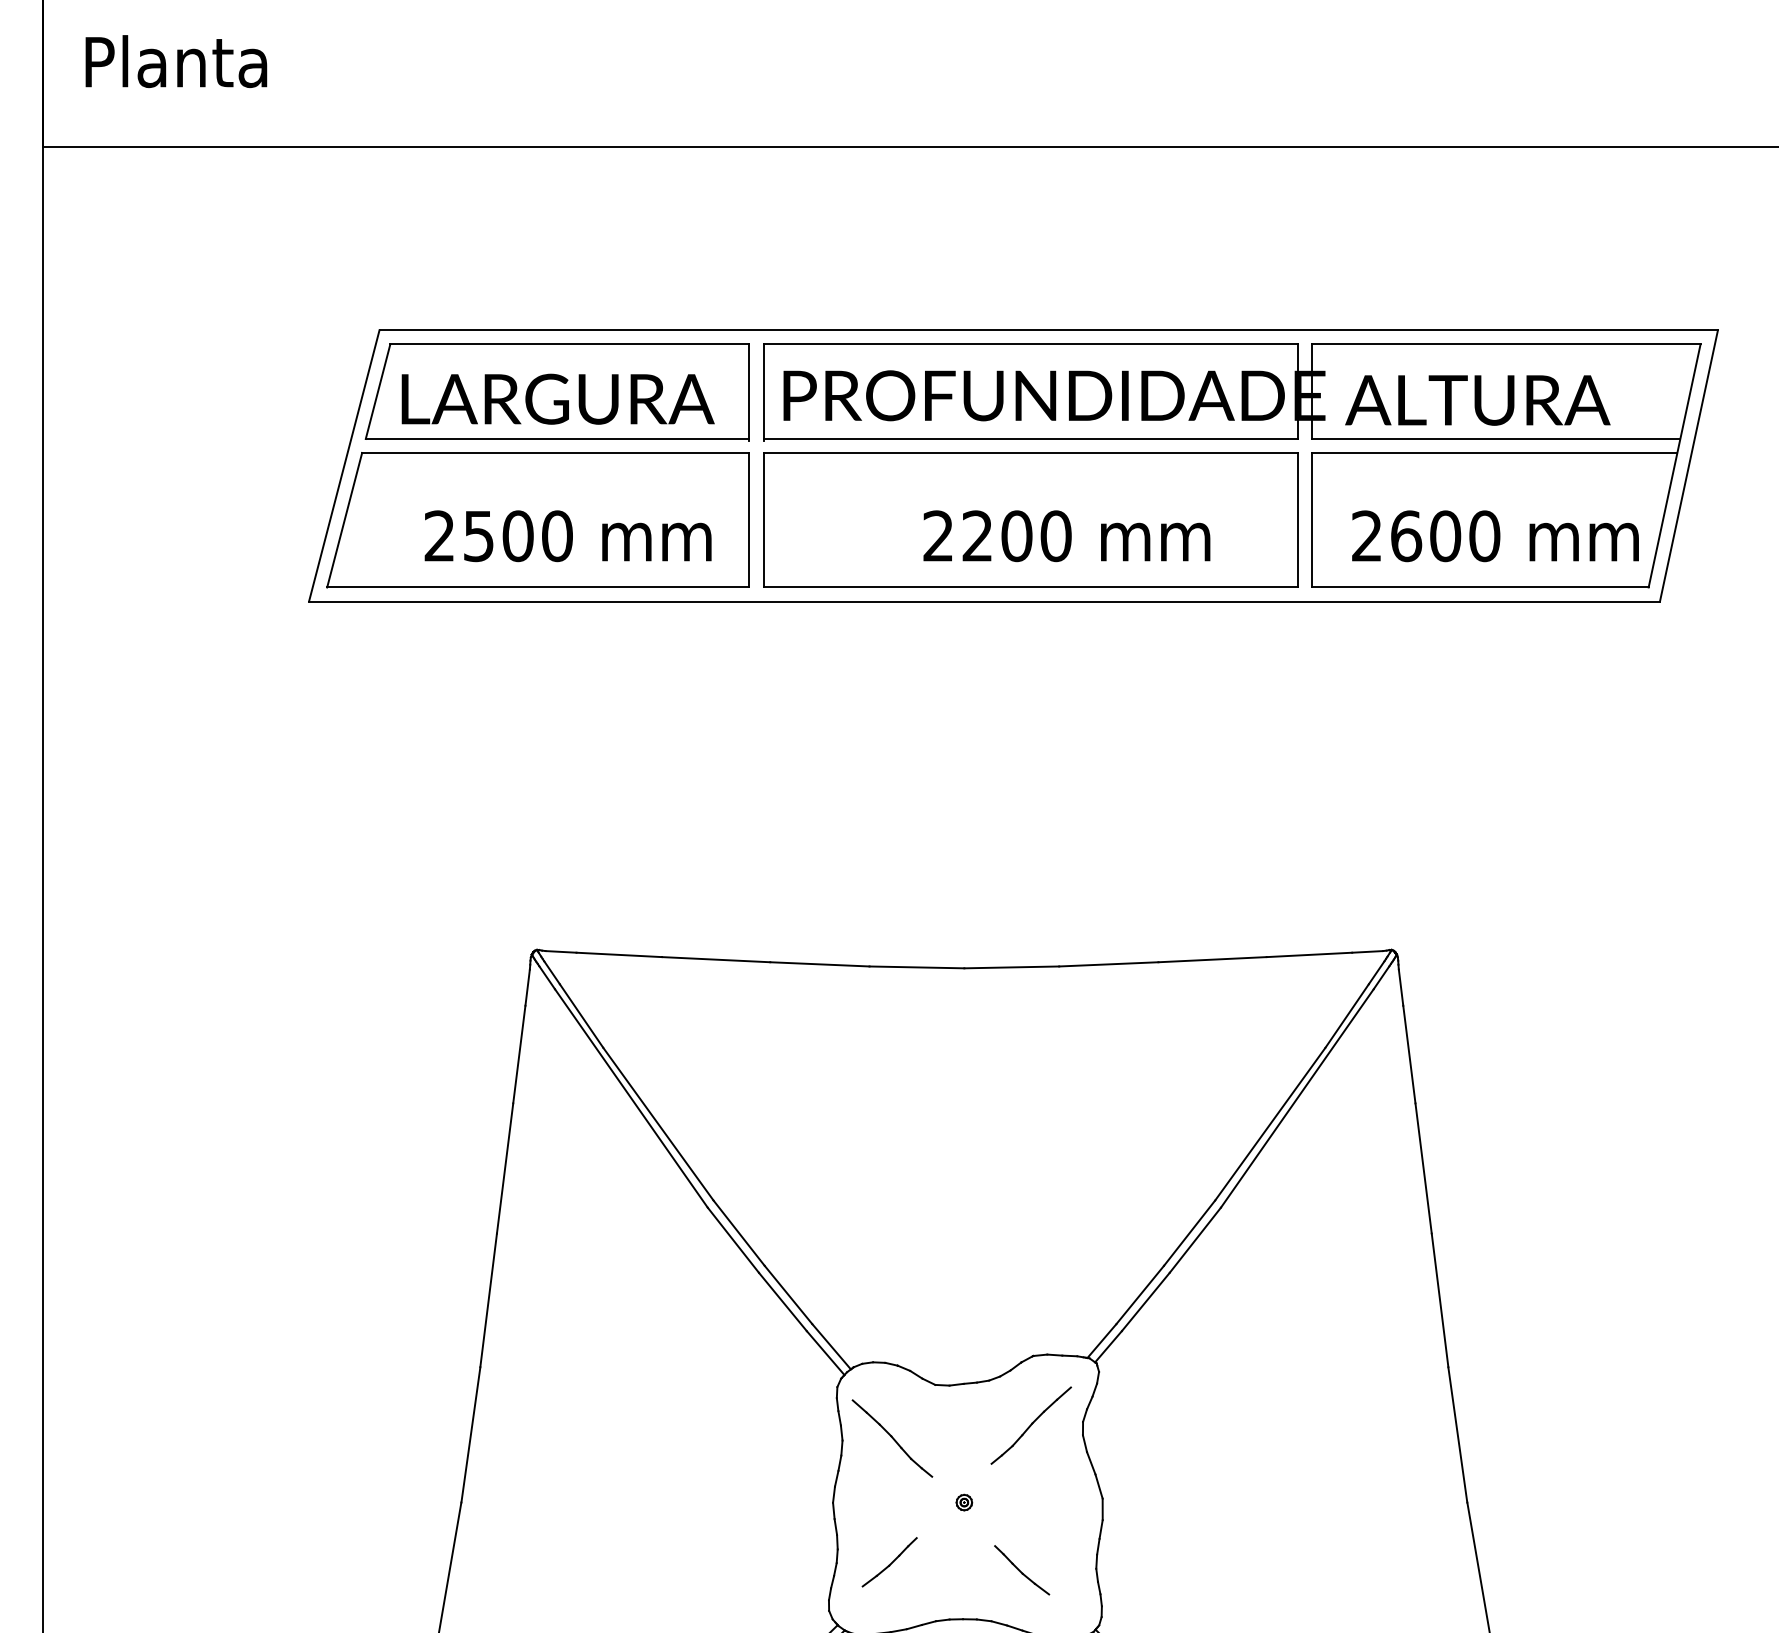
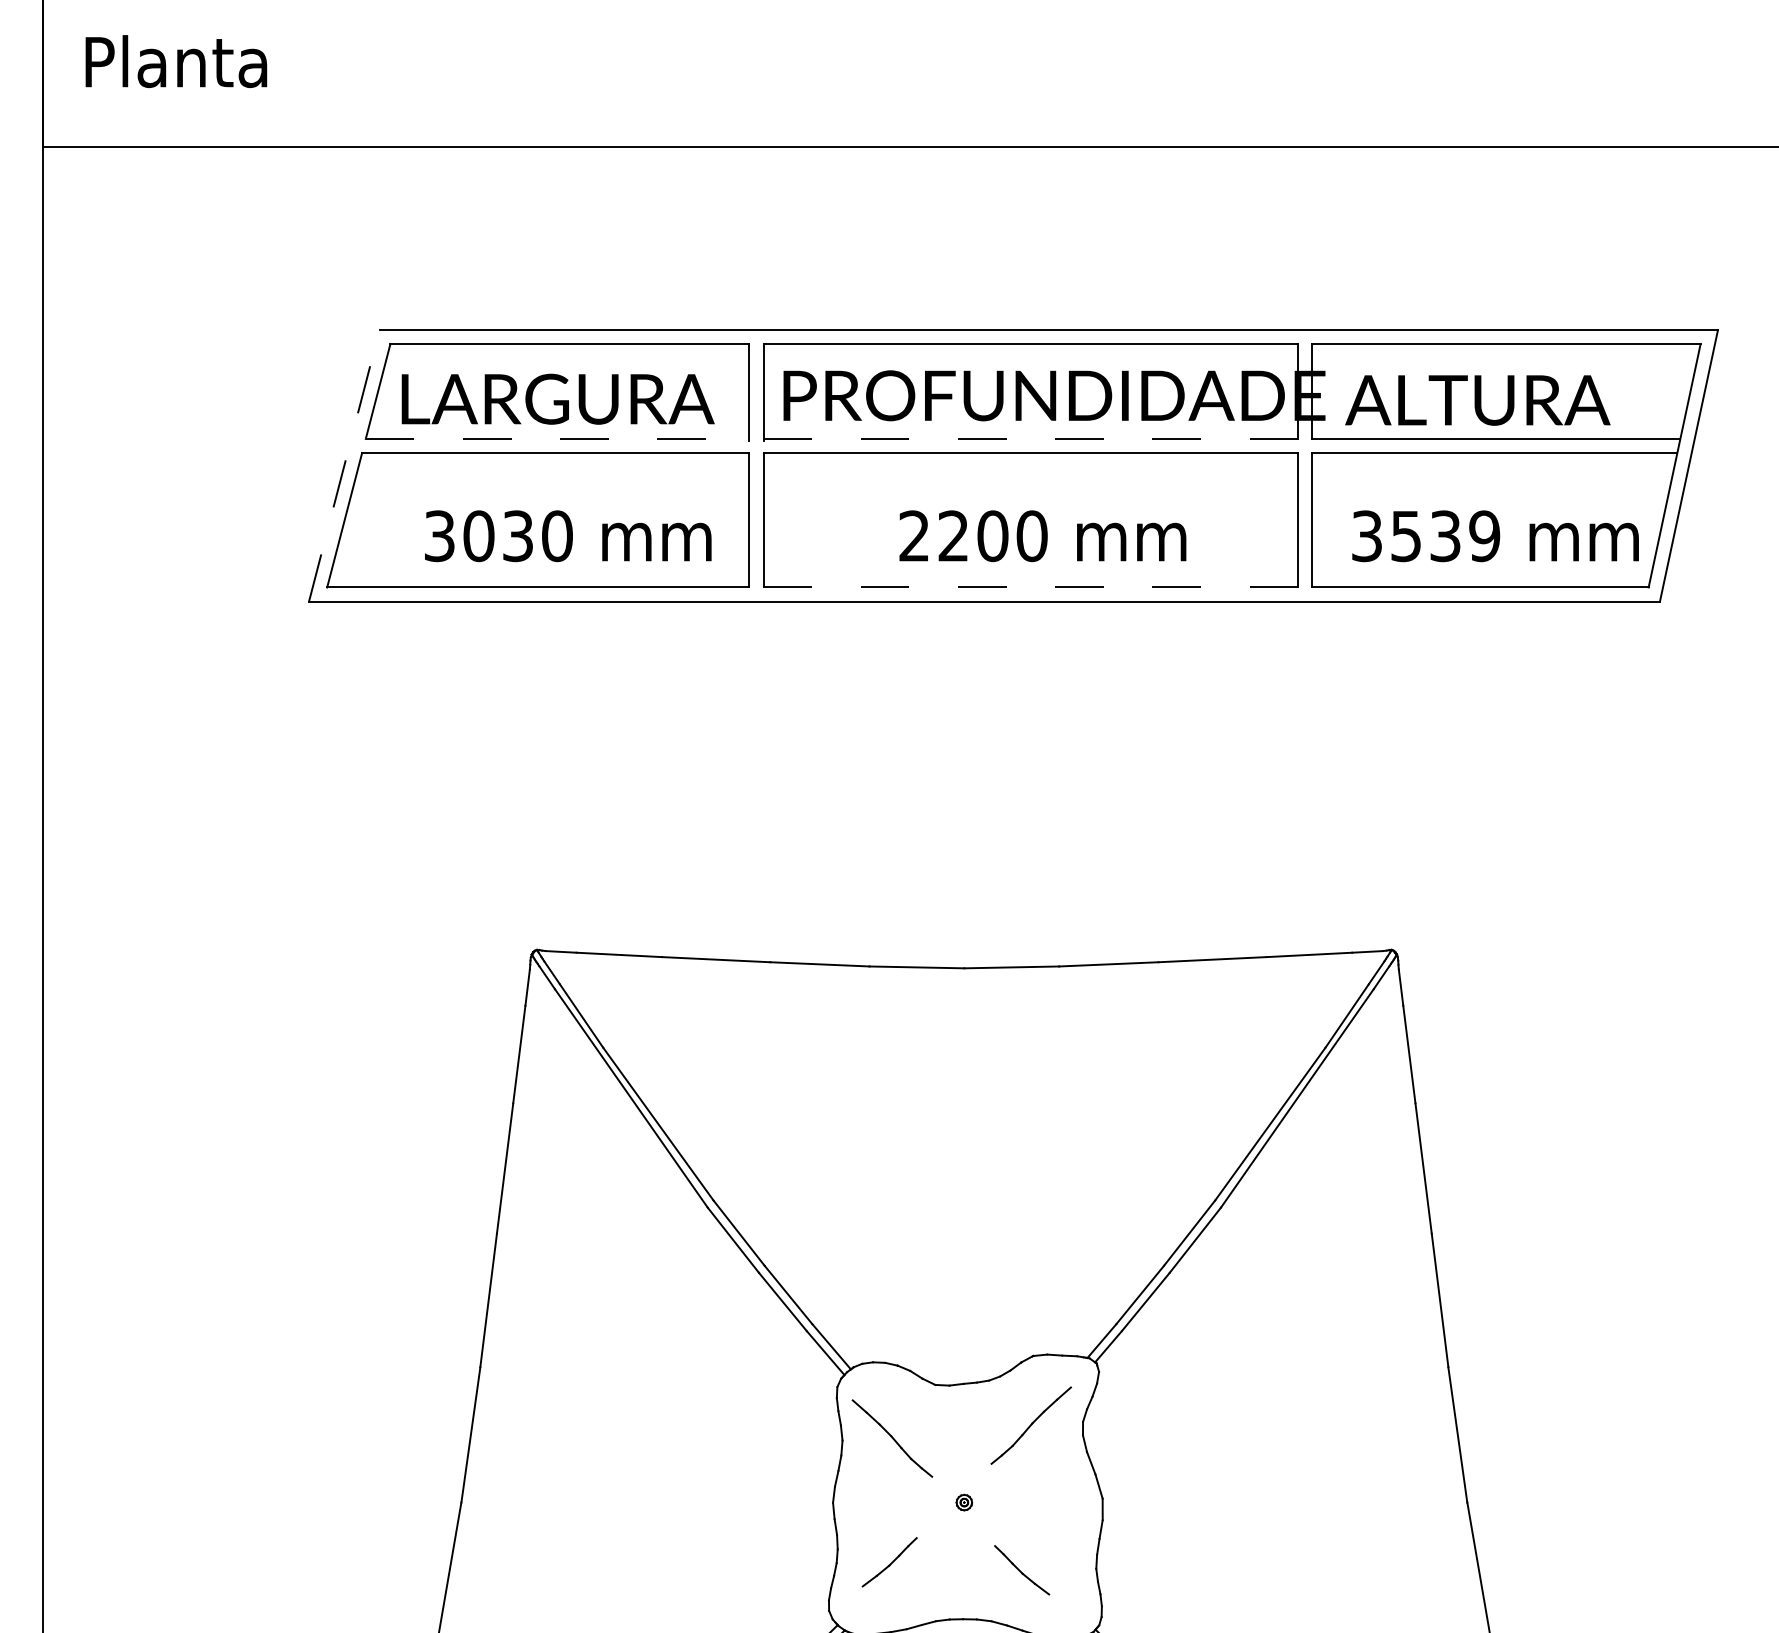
line at (557, 438): solid -> dashed
line at (1031, 438): solid -> dashed
line at (344, 465): solid -> dashed
text at (478, 536): 2500 -> 3030
text at (1066, 536) position: (1066, 536) -> (1042, 536)
text at (1426, 536): 2600 -> 3539
line at (1030, 587): solid -> dashed
